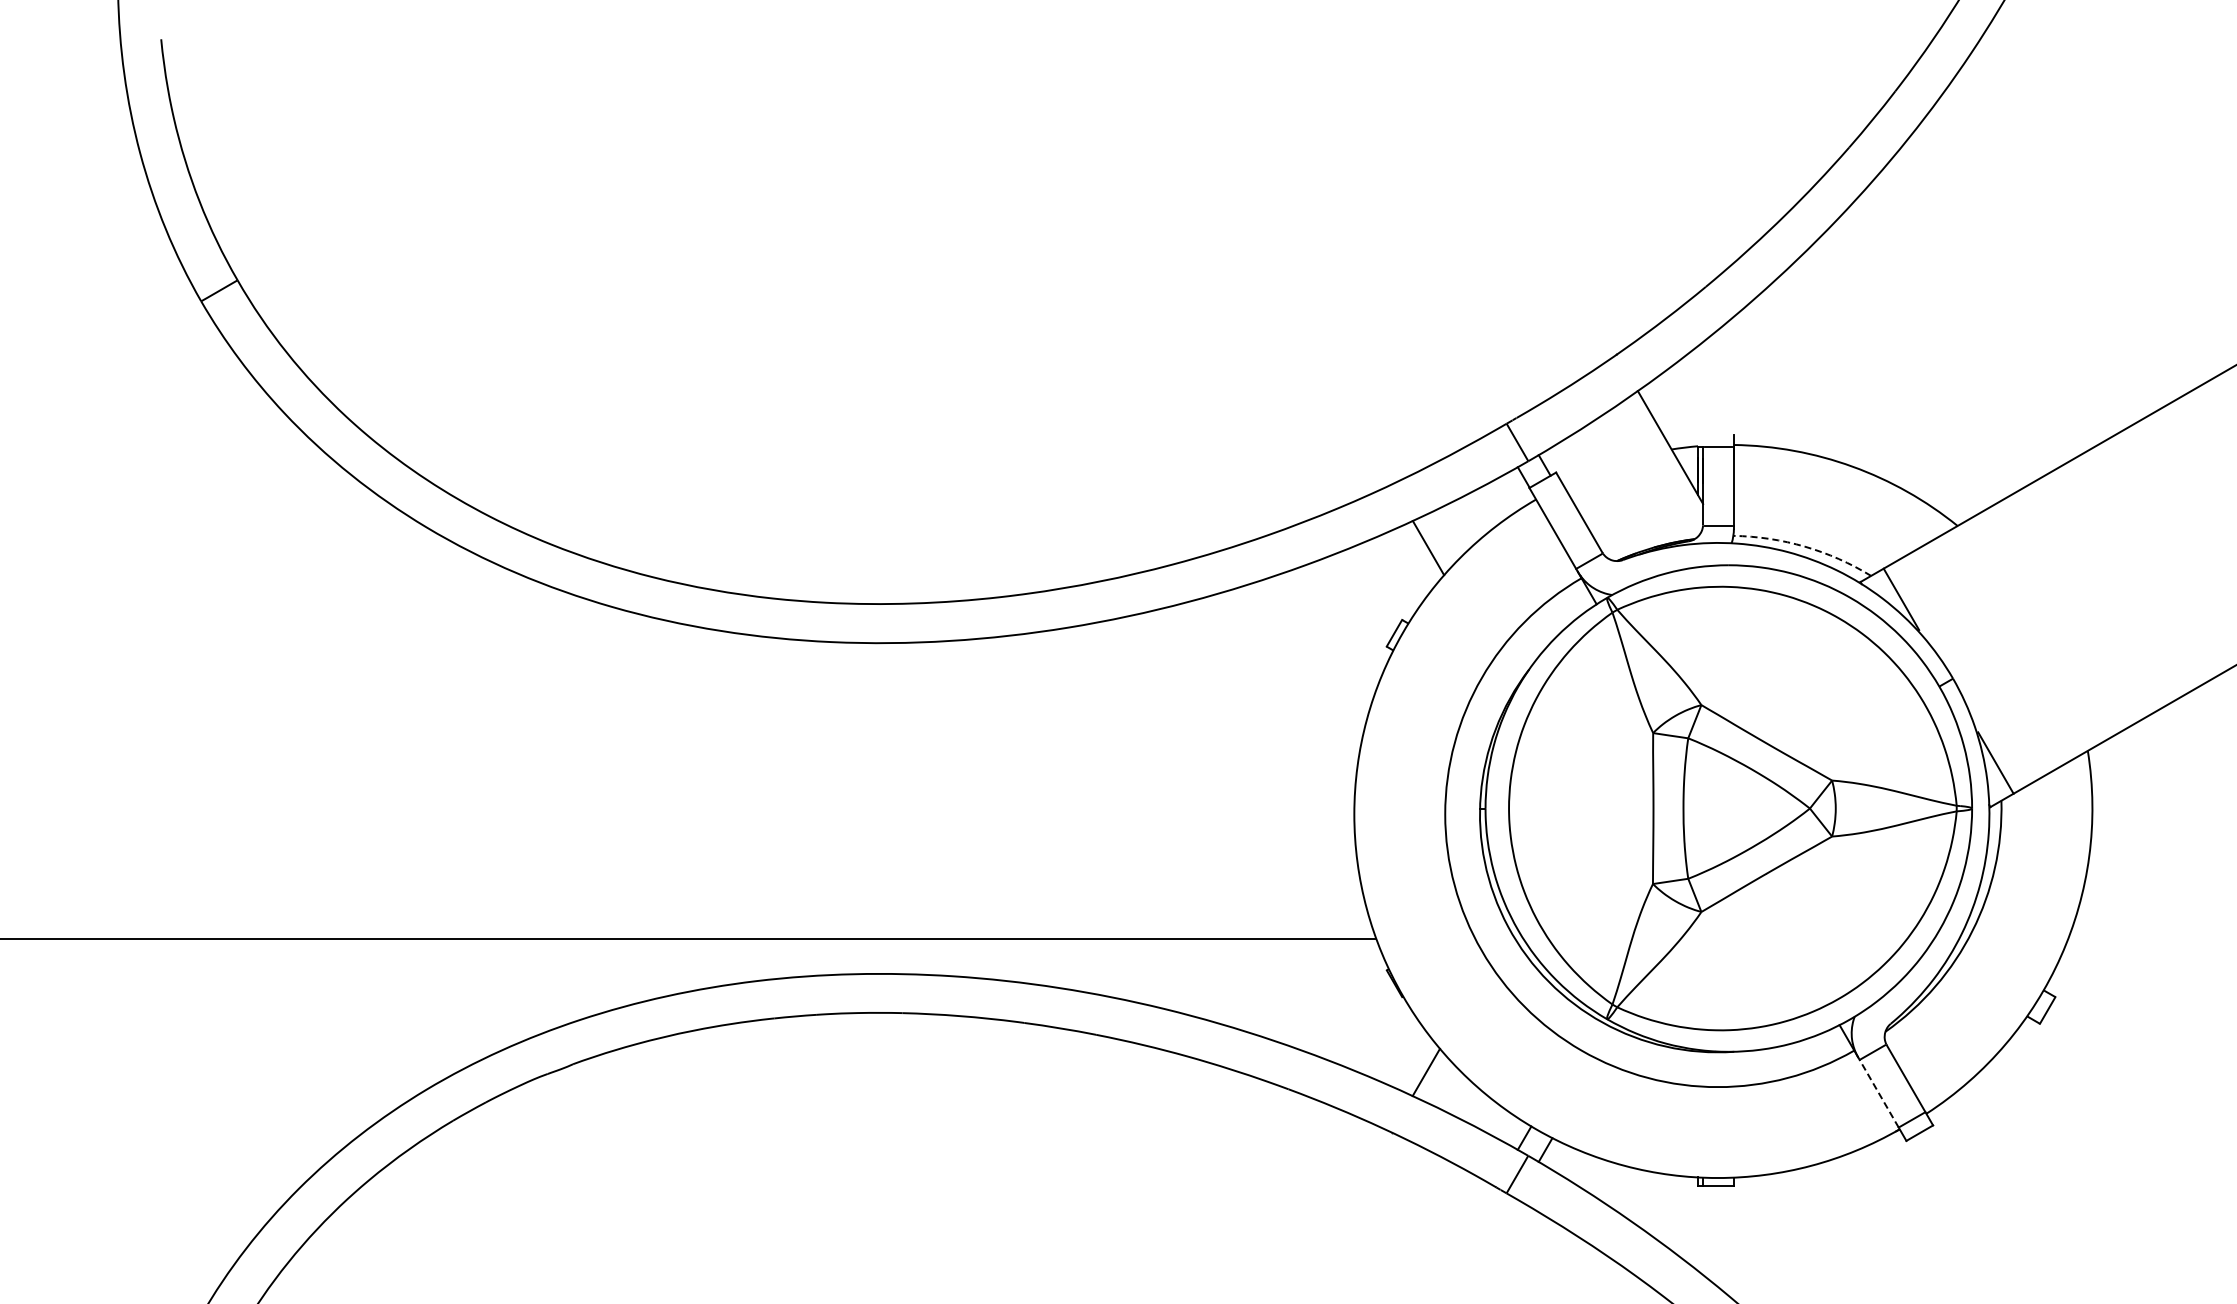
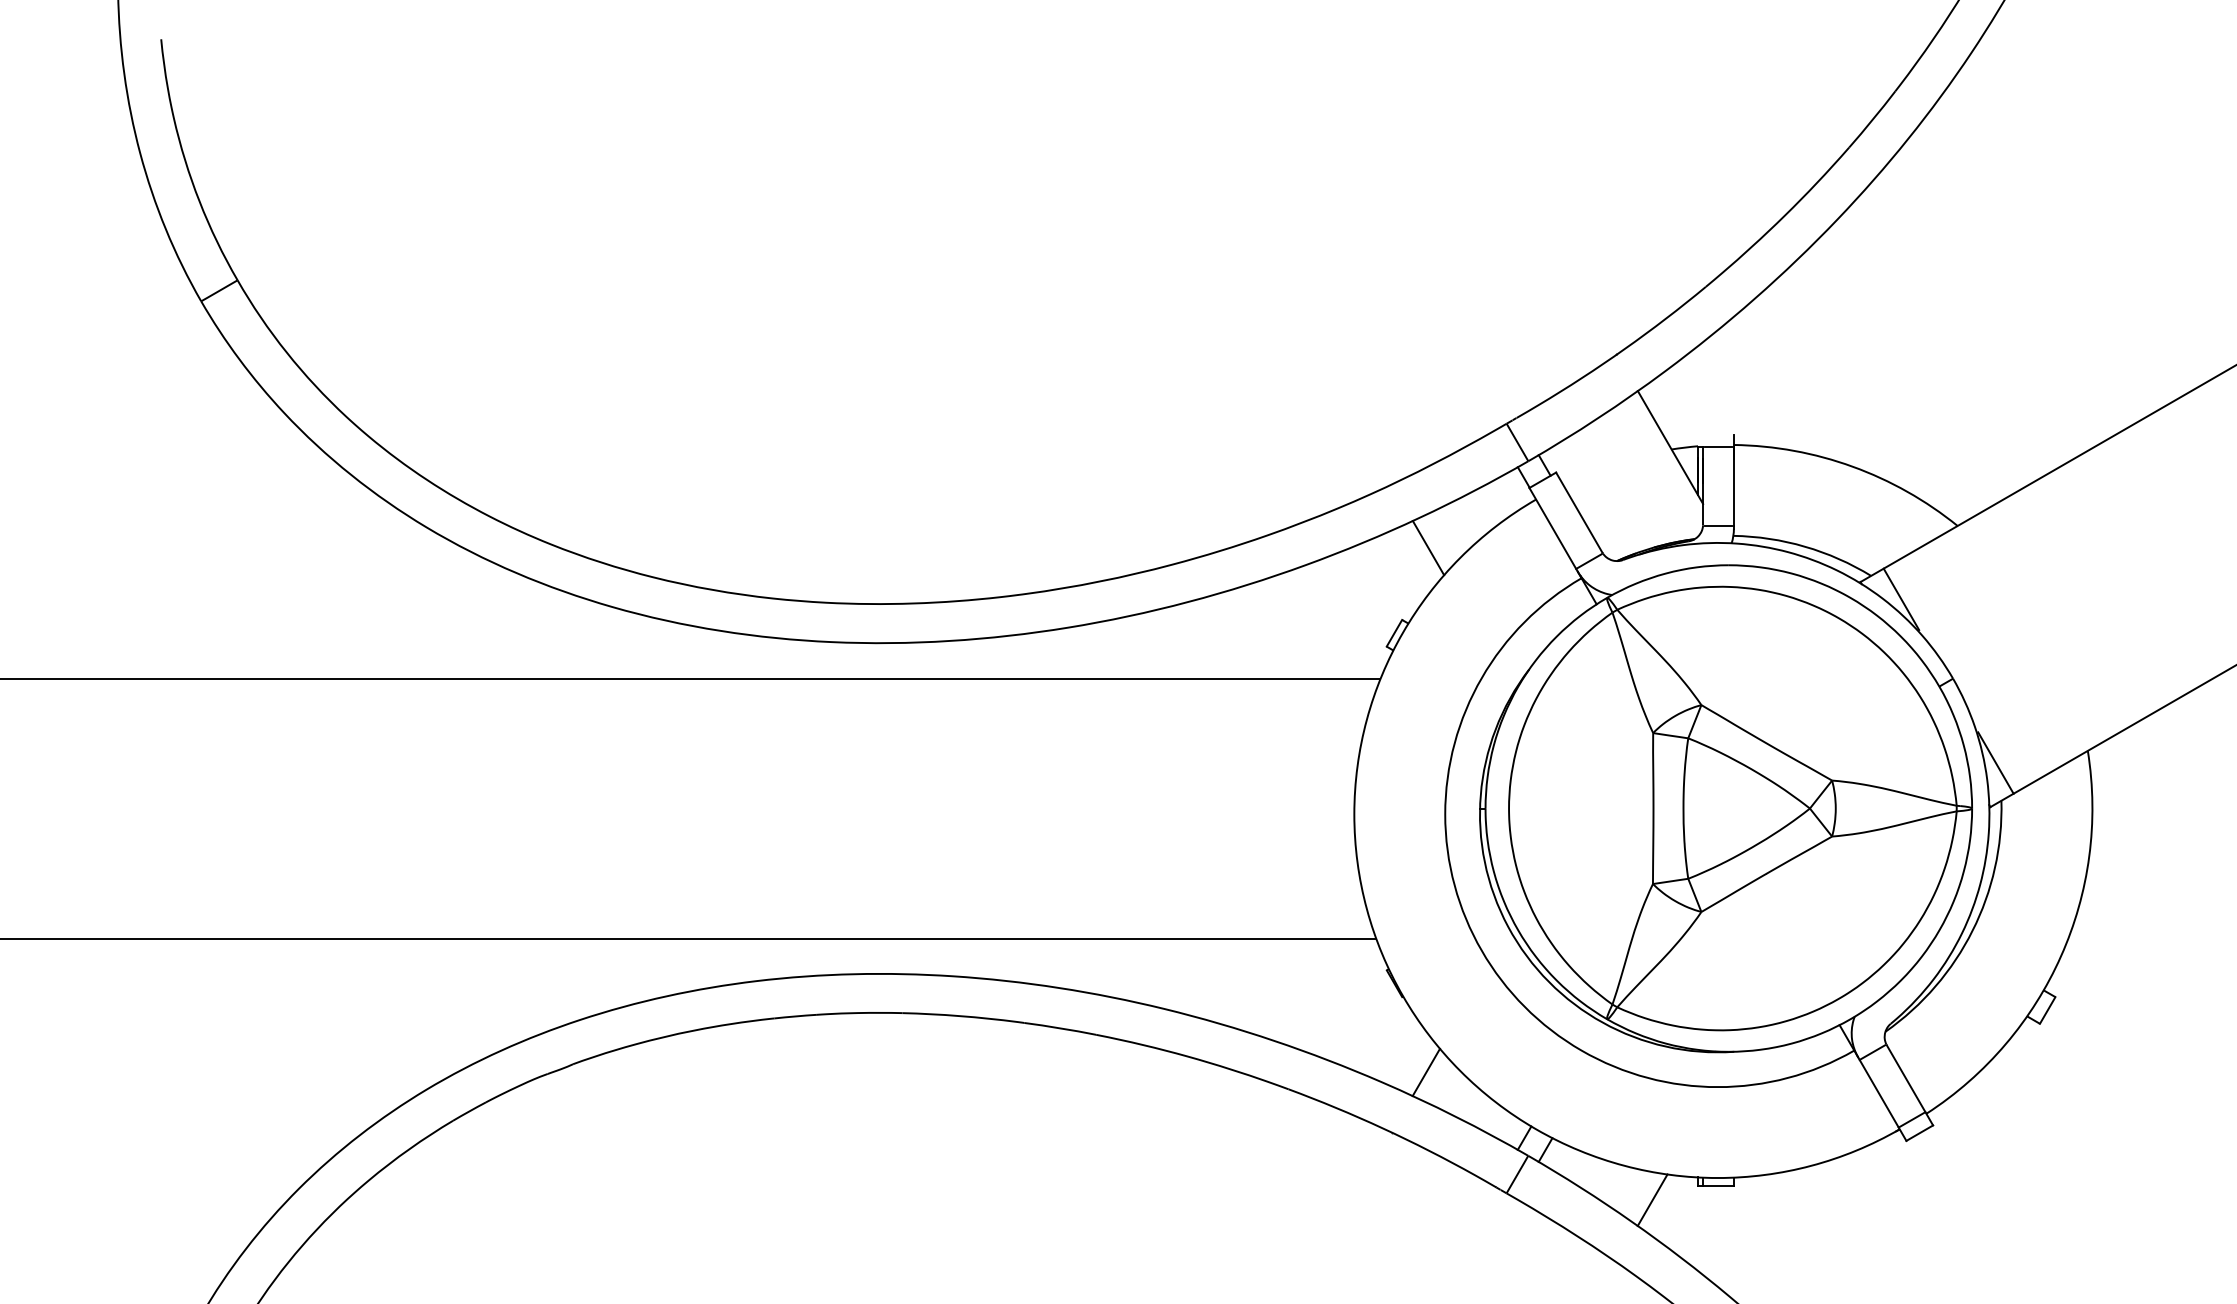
arc at (1804, 546): dashed -> solid
line at (691, 679): none -> present
line at (1878, 1093): dashed -> solid
line at (1652, 1199): none -> present
